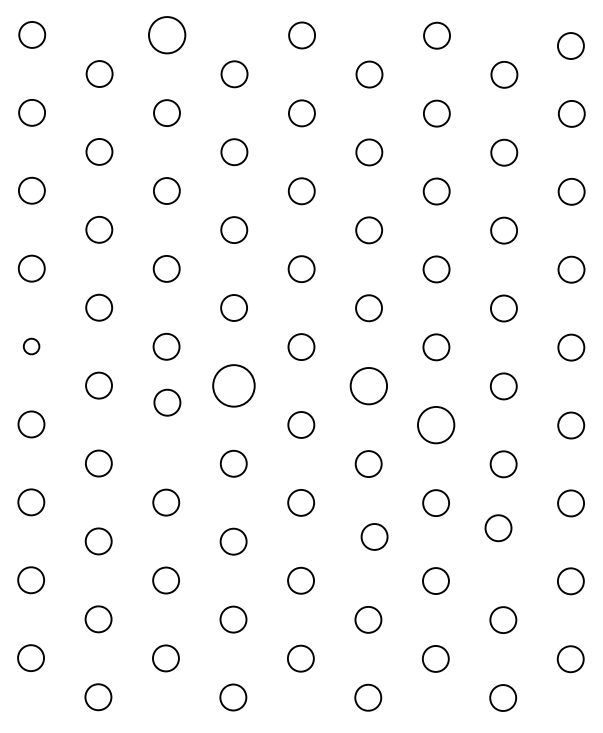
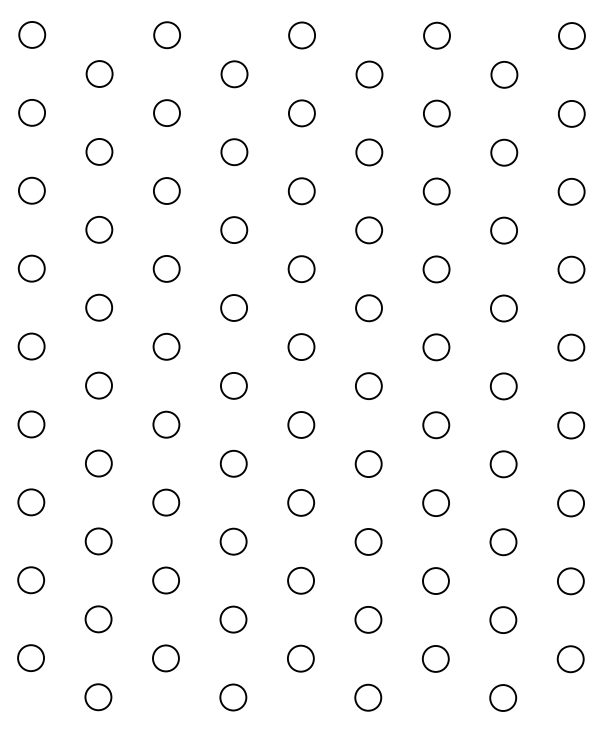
circle at (166, 35) diameter: 36 px -> 26 px
circle at (570, 45) position: (570, 45) -> (571, 35)
circle at (31, 346) size: 19x19 px -> 29x29 px
circle at (233, 385) diameter: 42 px -> 26 px
circle at (368, 385) diameter: 36 px -> 26 px
circle at (167, 402) position: (167, 402) -> (166, 424)
circle at (436, 425) size: 39x39 px -> 29x29 px
circle at (498, 528) position: (498, 528) -> (503, 542)
circle at (374, 536) position: (374, 536) -> (368, 541)
